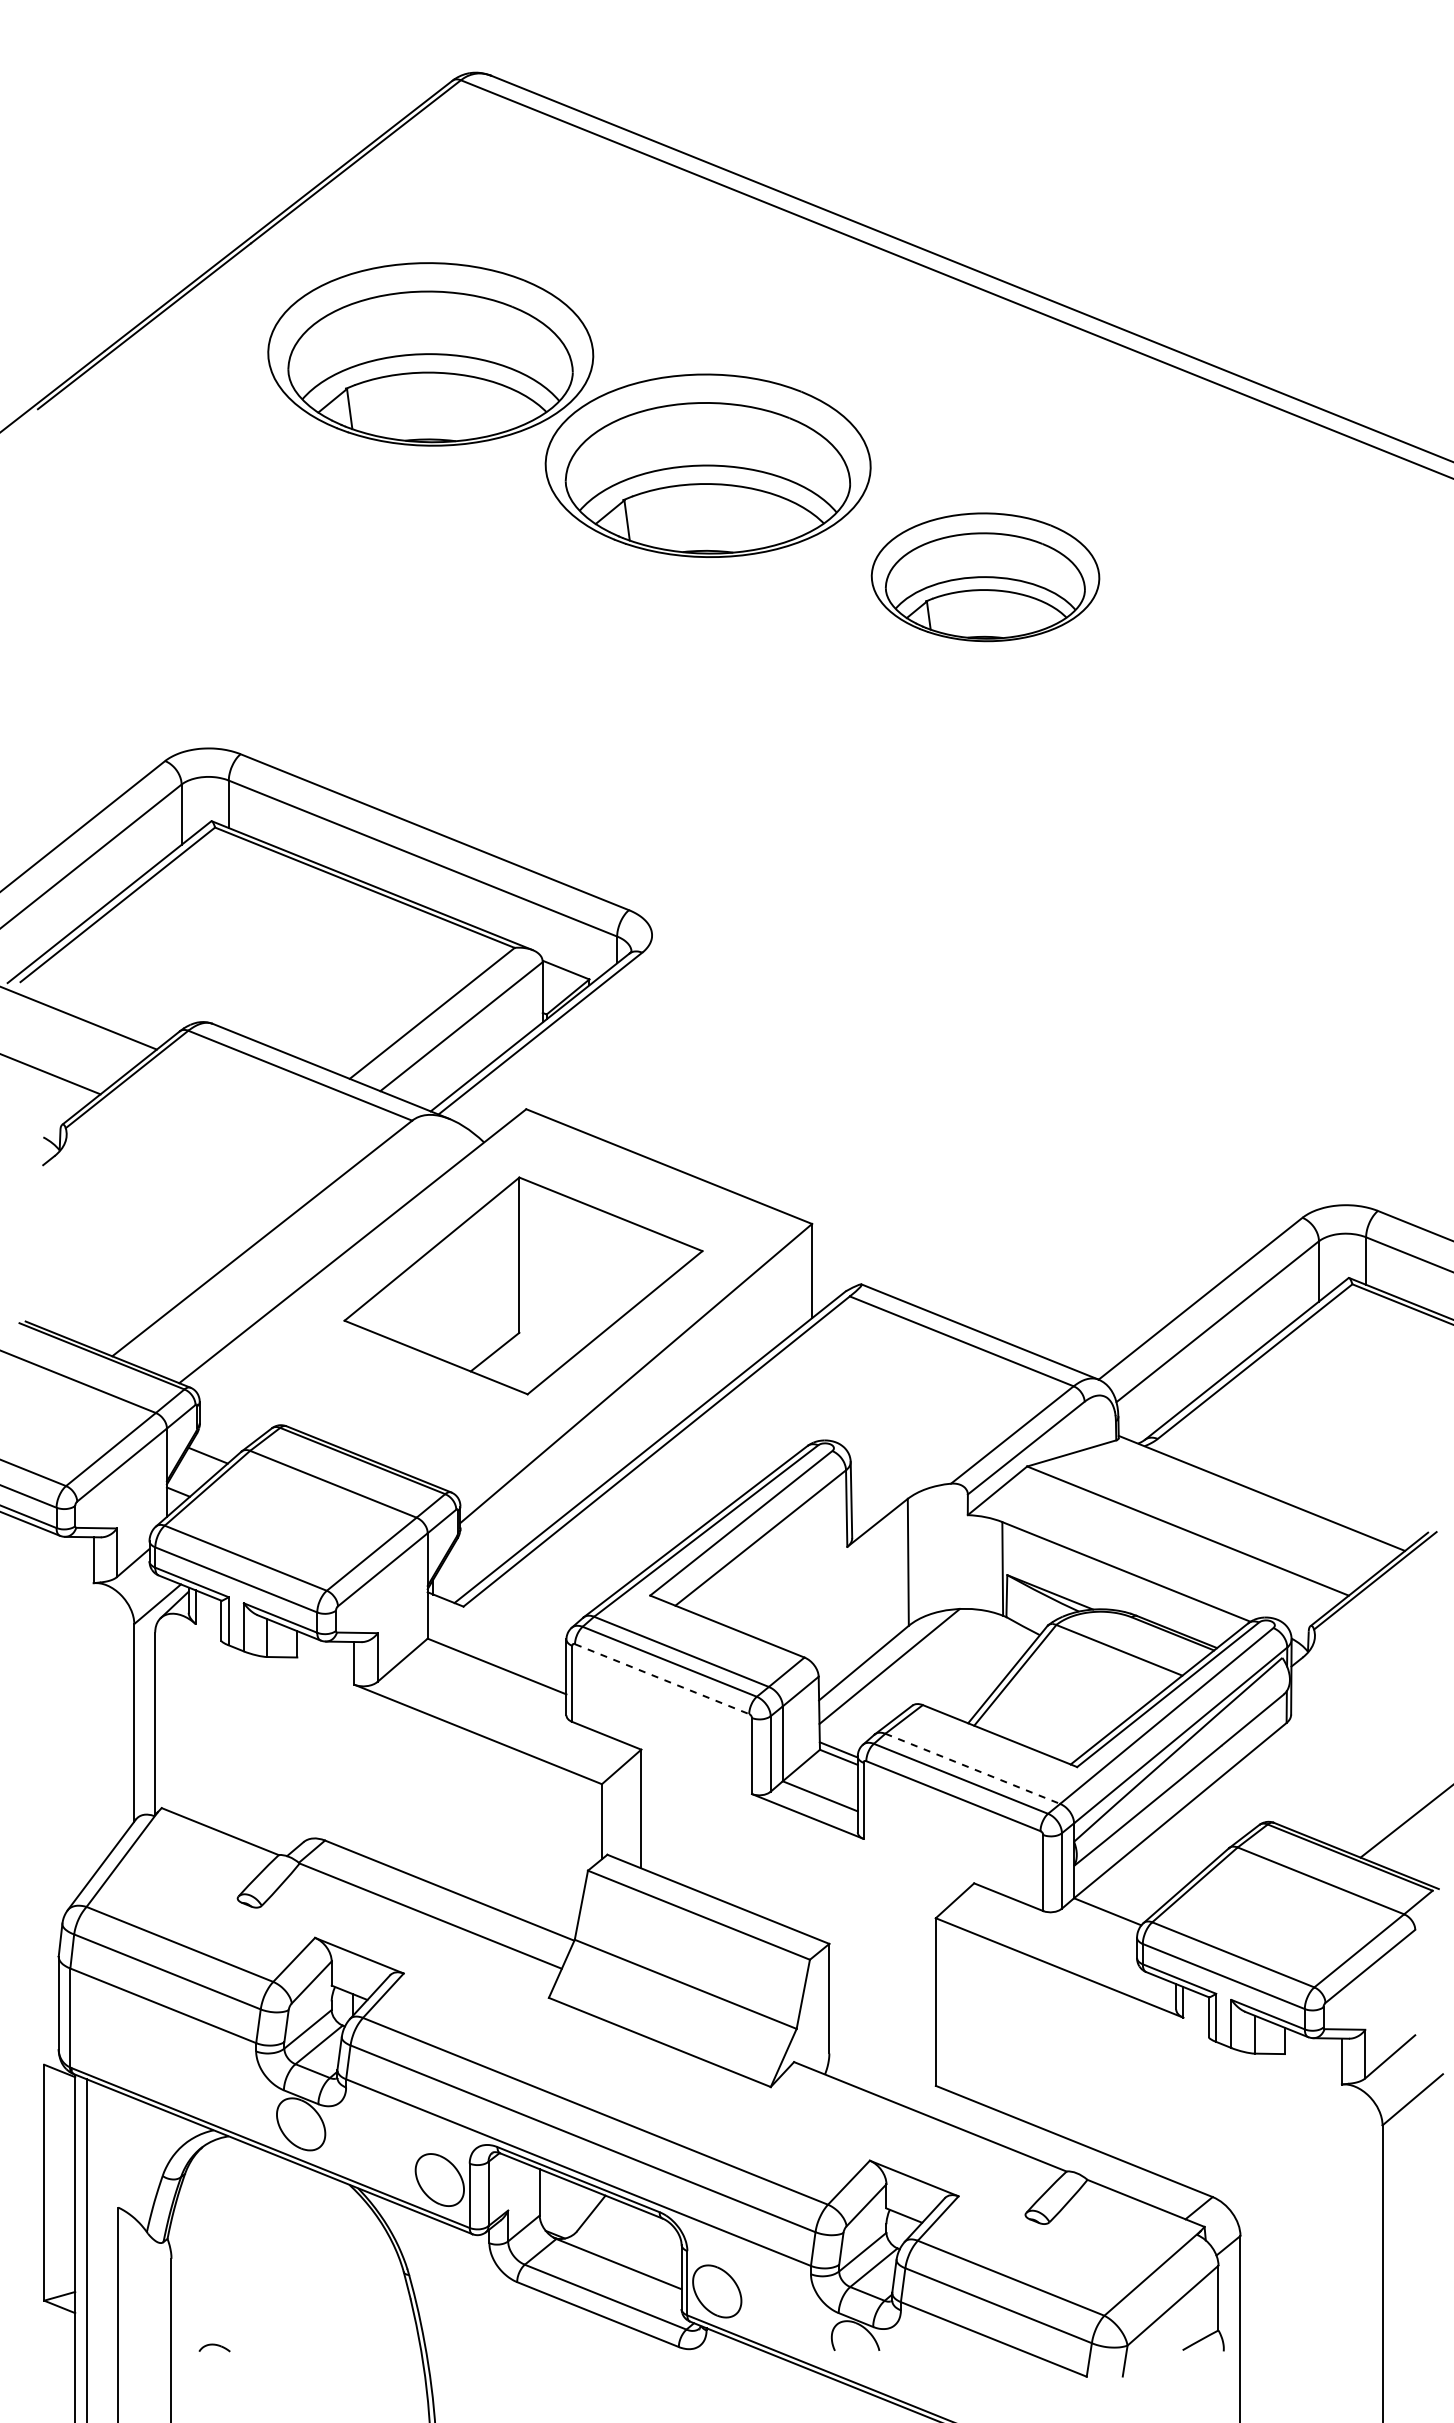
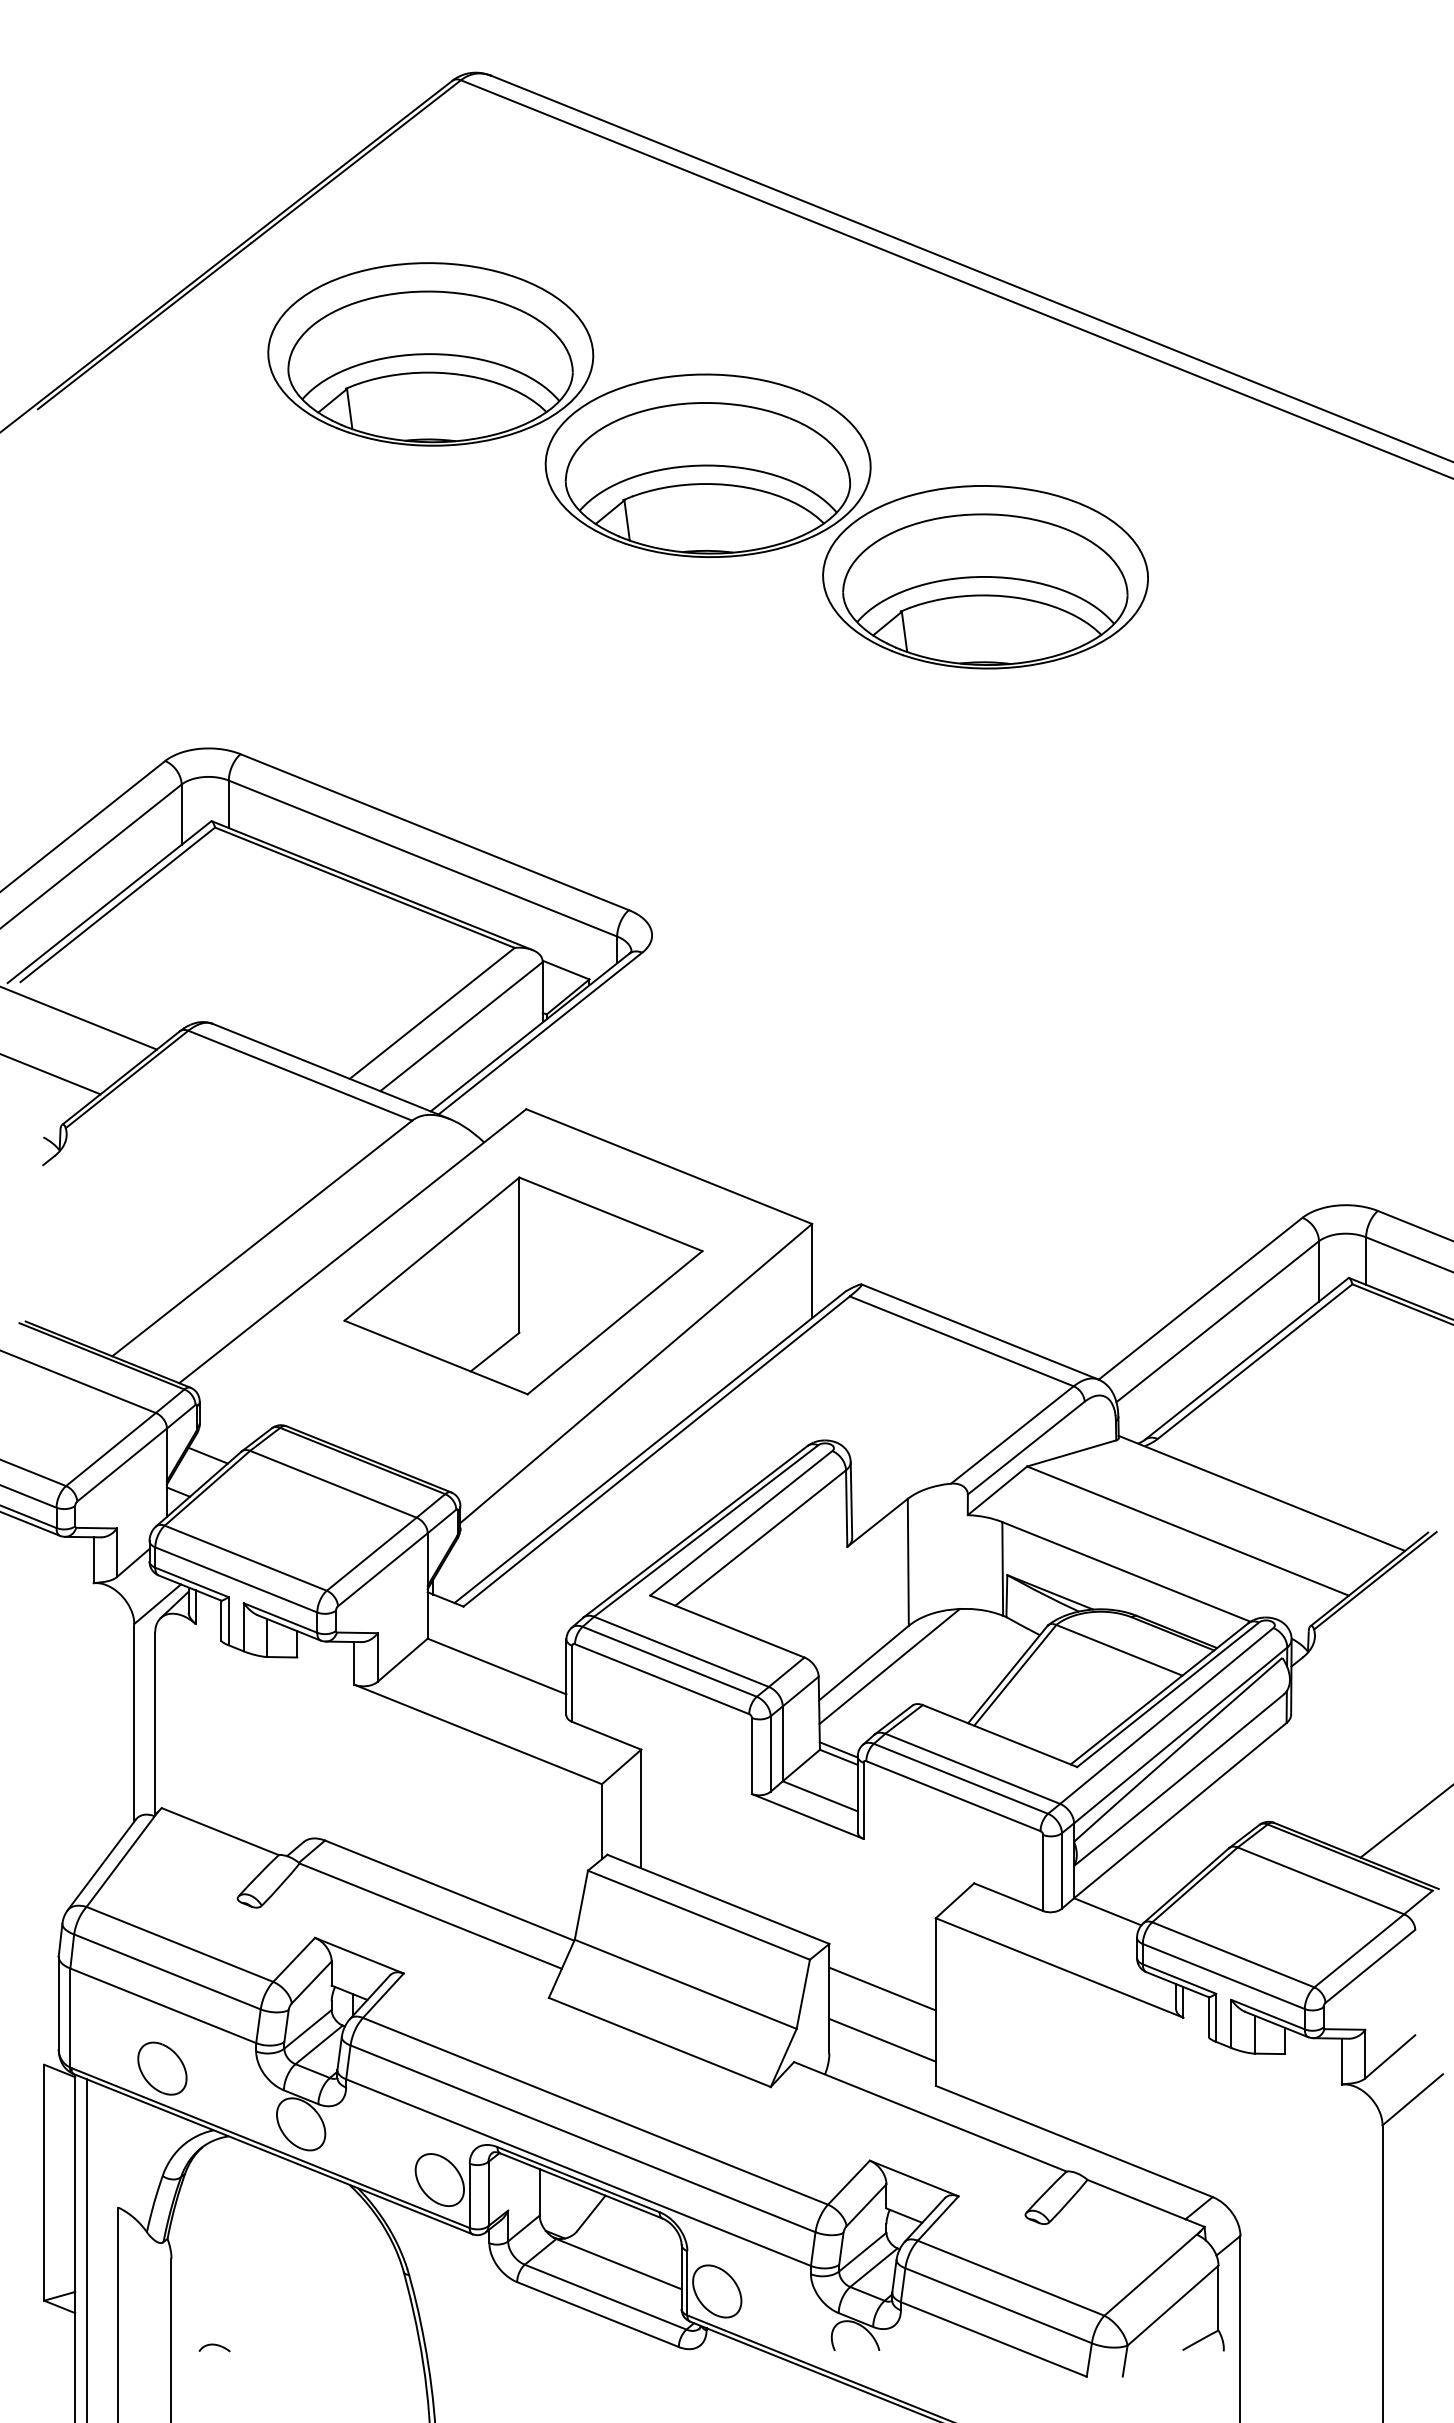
part at (985, 577) size: 231x131 px -> 327x185 px
line at (662, 1679): dashed -> solid
line at (973, 1769): dashed -> solid
line at (882, 1988): none -> present
line at (882, 2039): none -> present
part at (162, 2068): none -> present
